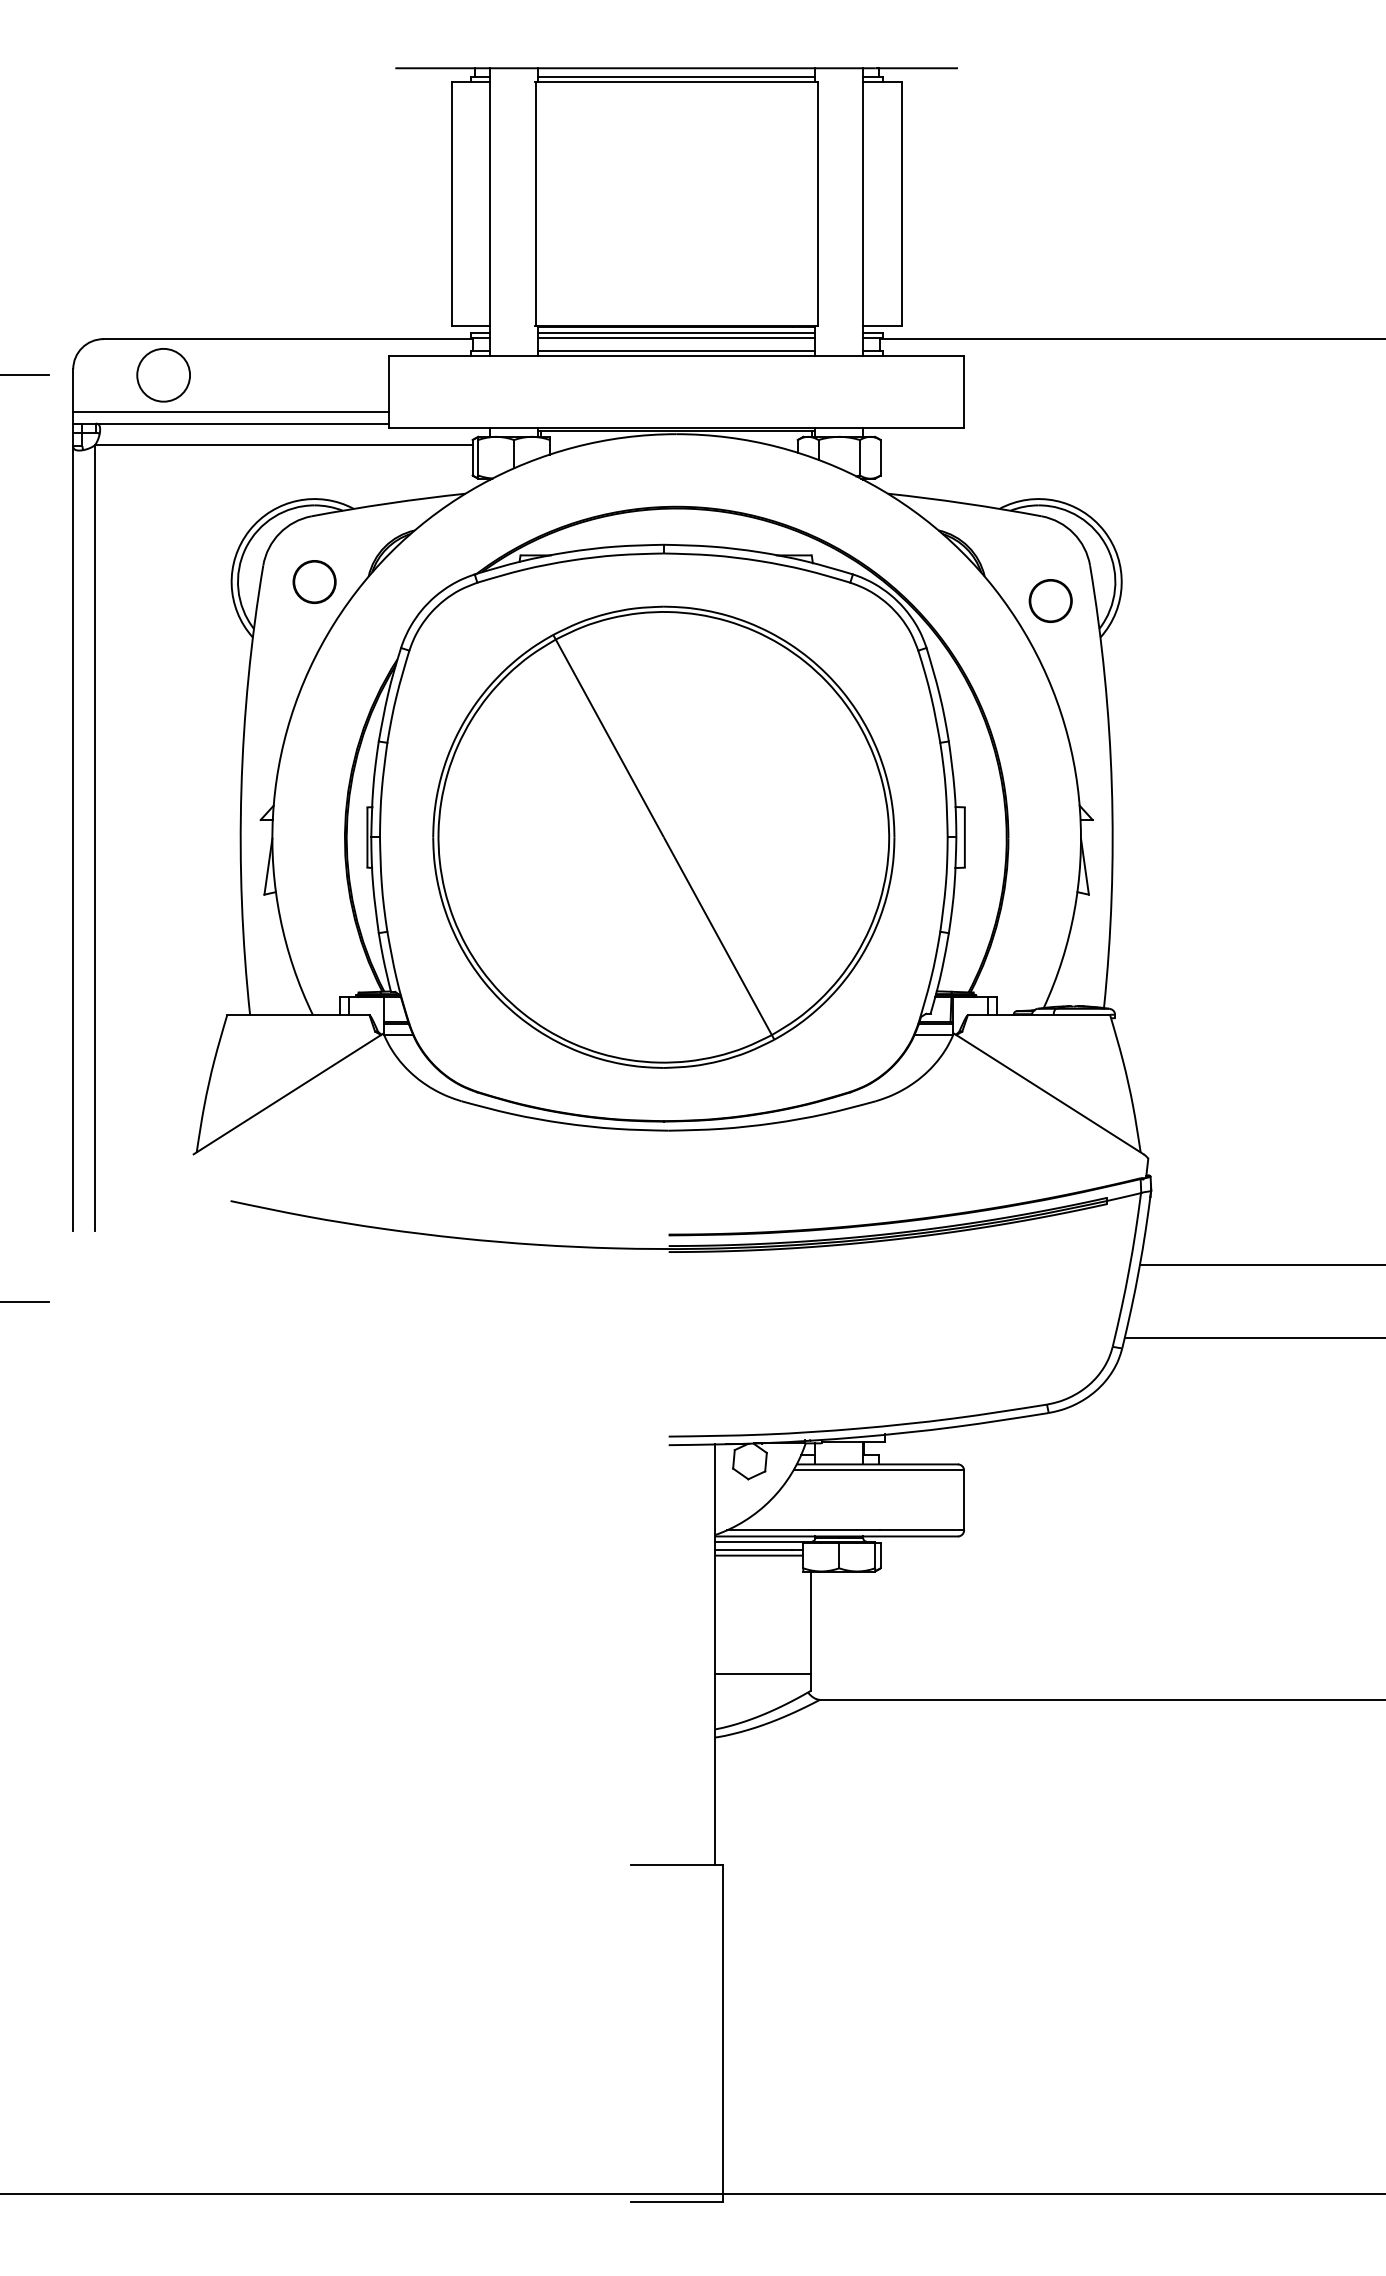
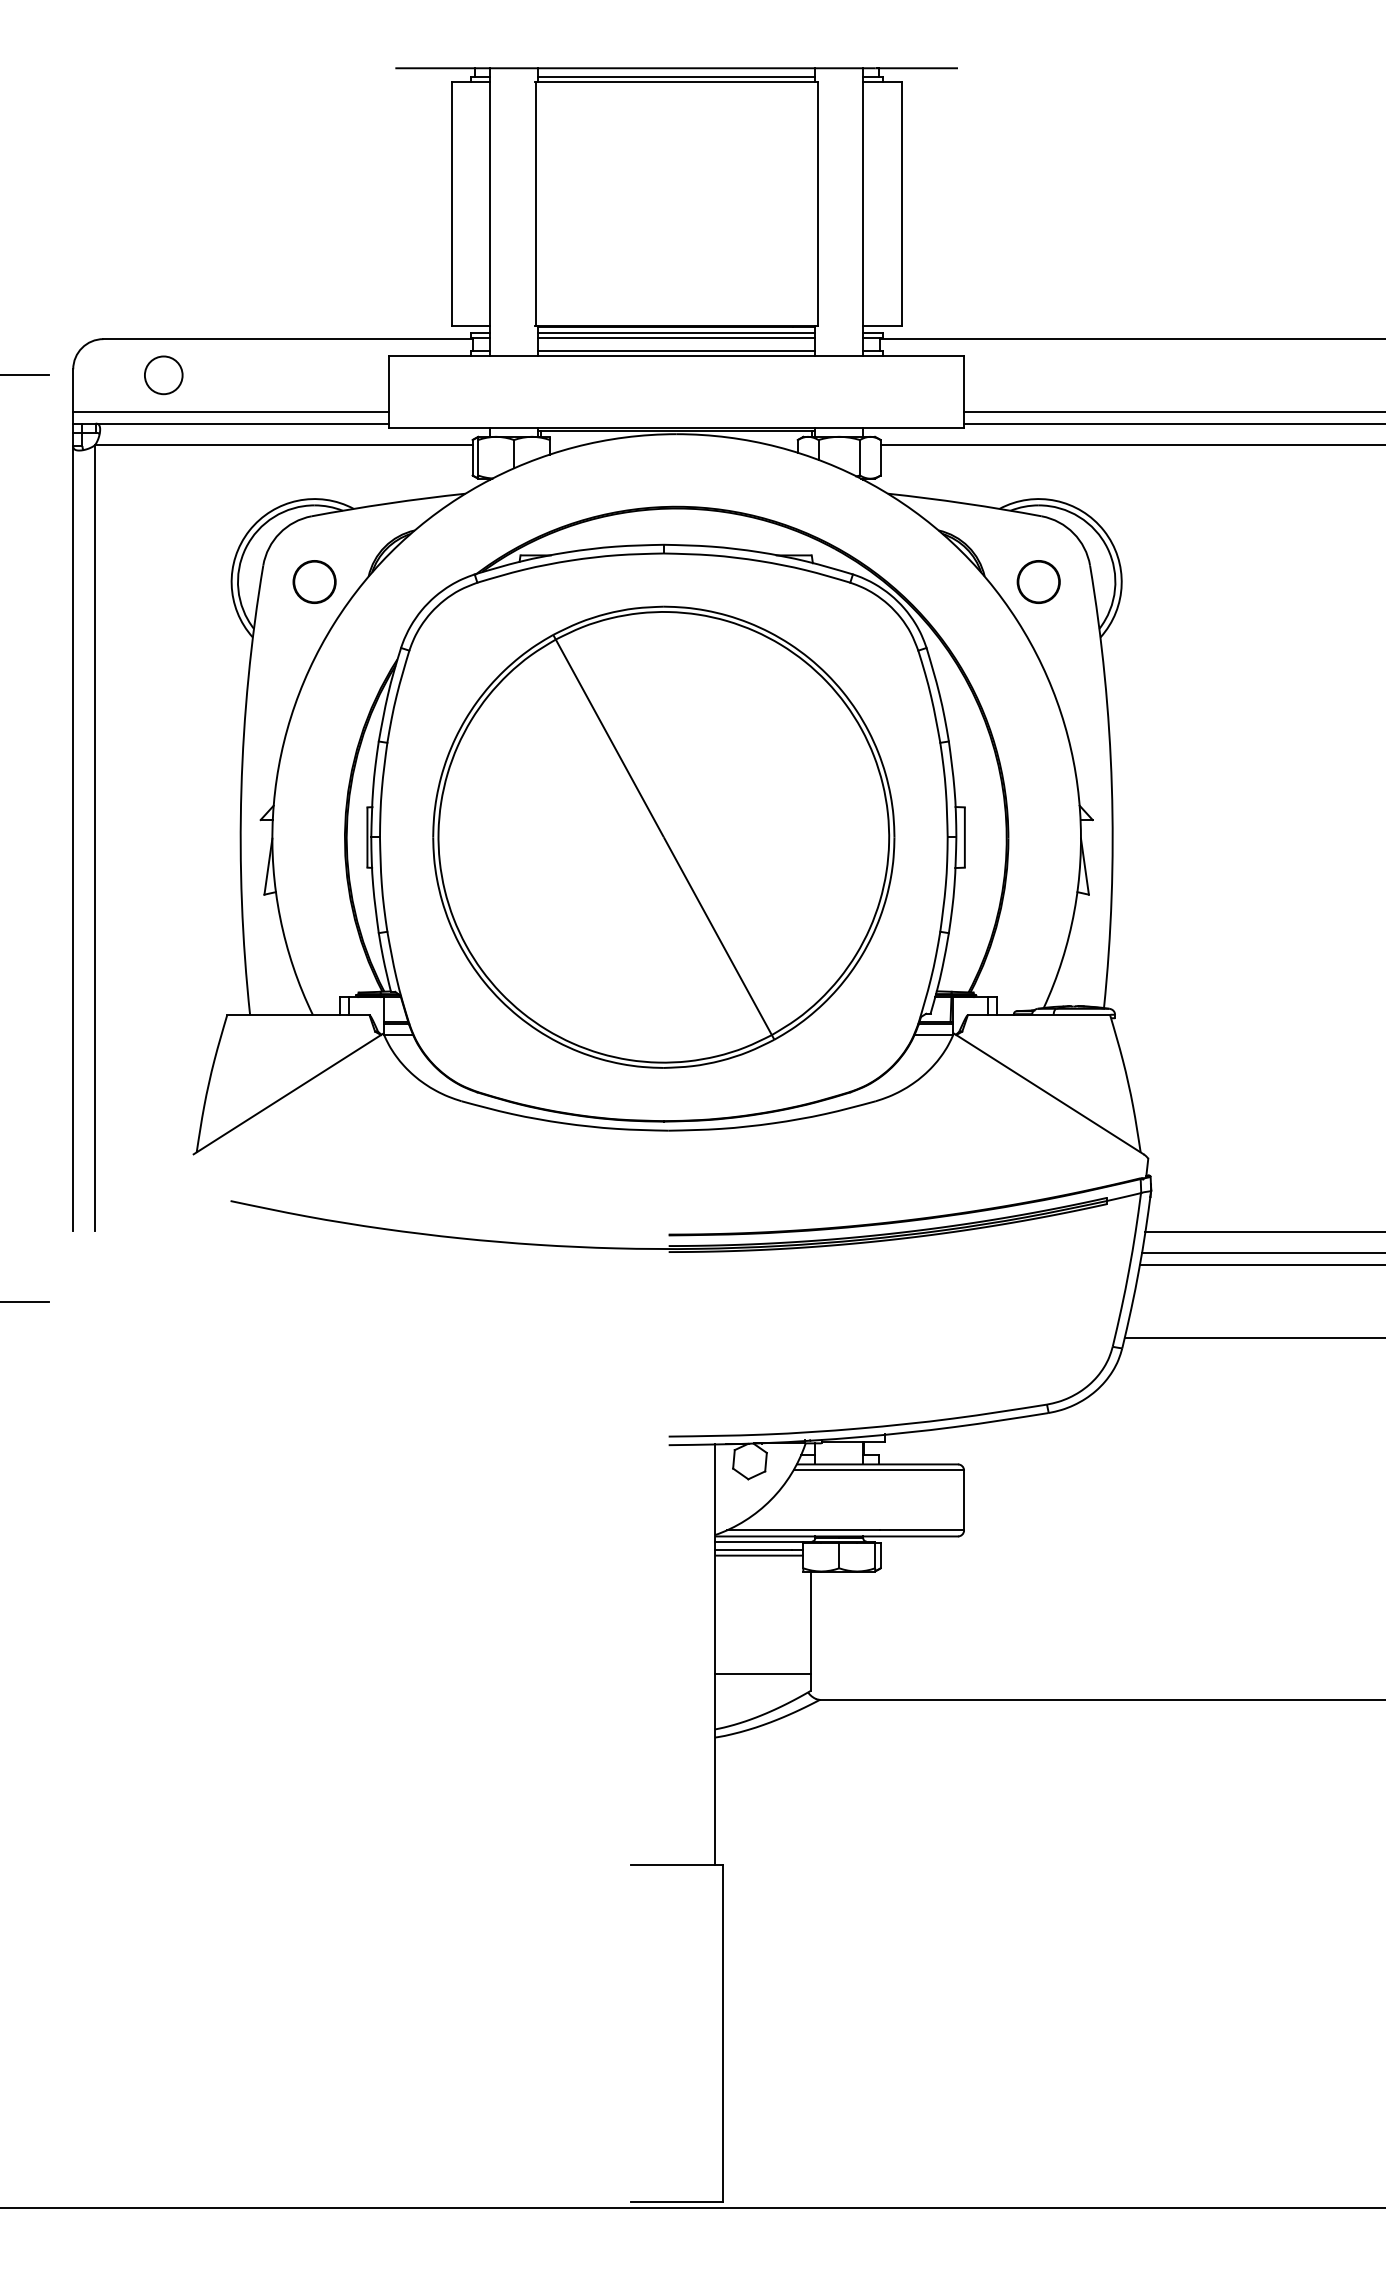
circle at (163, 375) size: 55x55 px -> 40x41 px
line at (1173, 411): none -> present
line at (1173, 423): none -> present
line at (1131, 444): none -> present
circle at (1050, 600) position: (1050, 600) -> (1038, 581)
line at (1263, 1232): none -> present
line at (1261, 1253): none -> present
line at (692, 2193) position: (692, 2193) -> (692, 2207)
